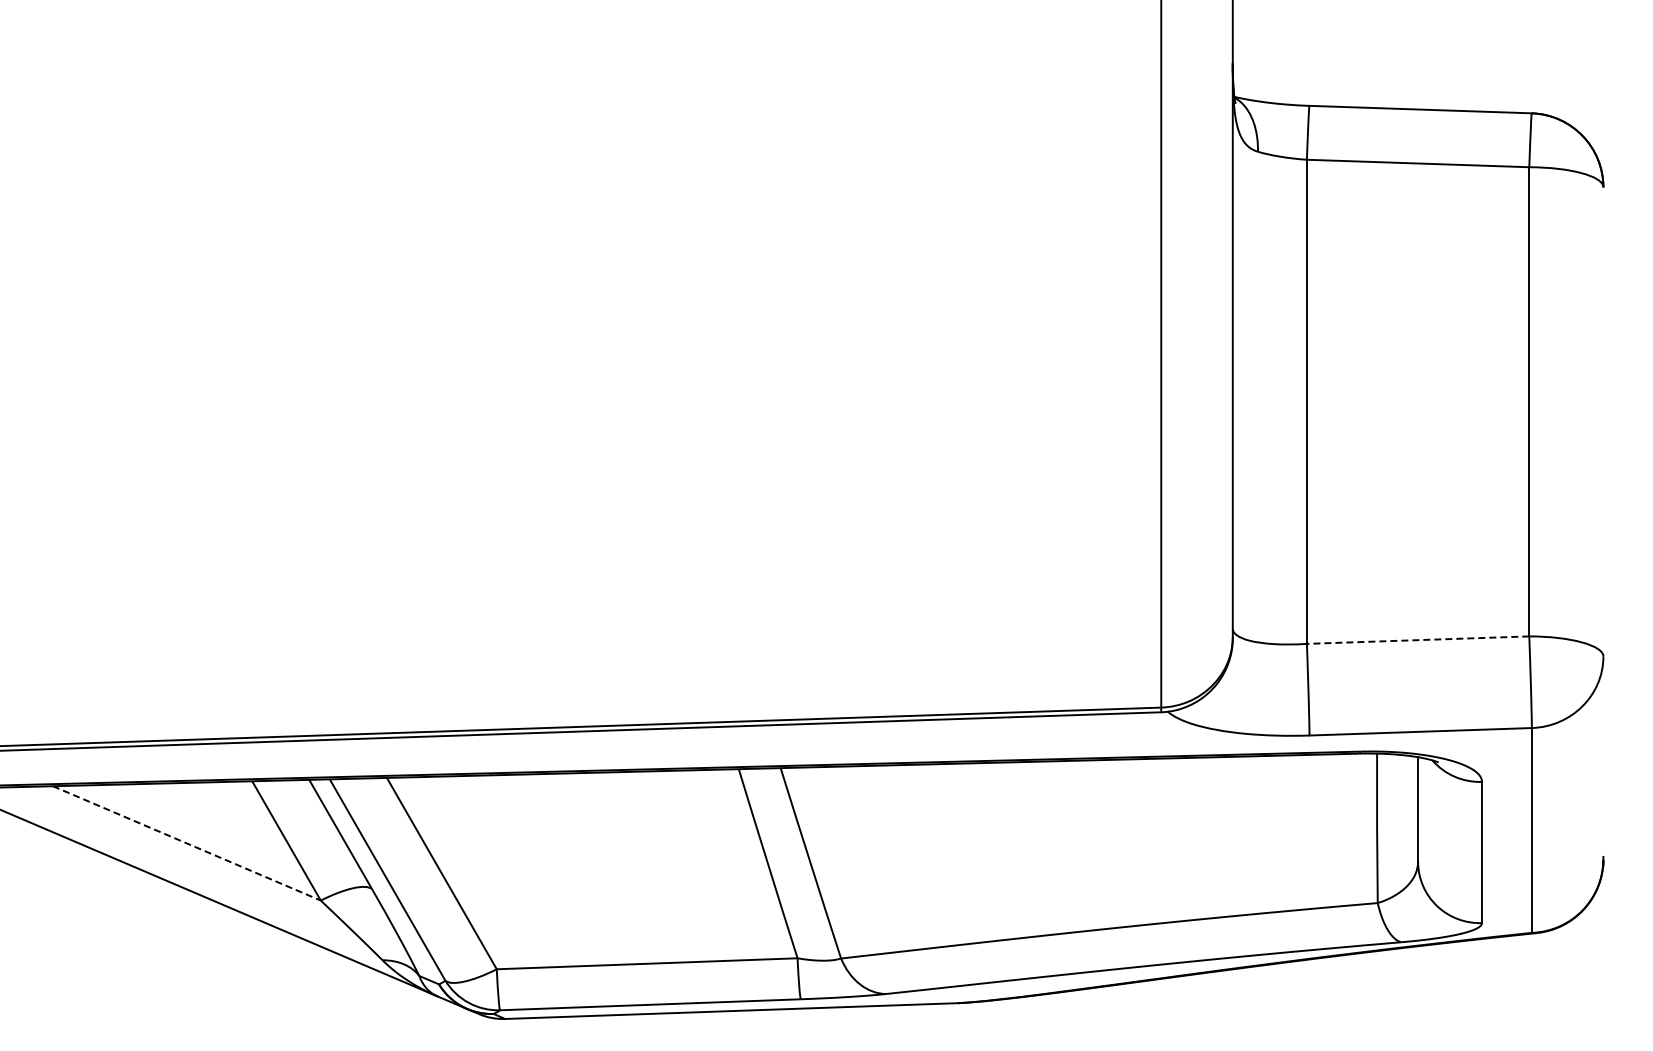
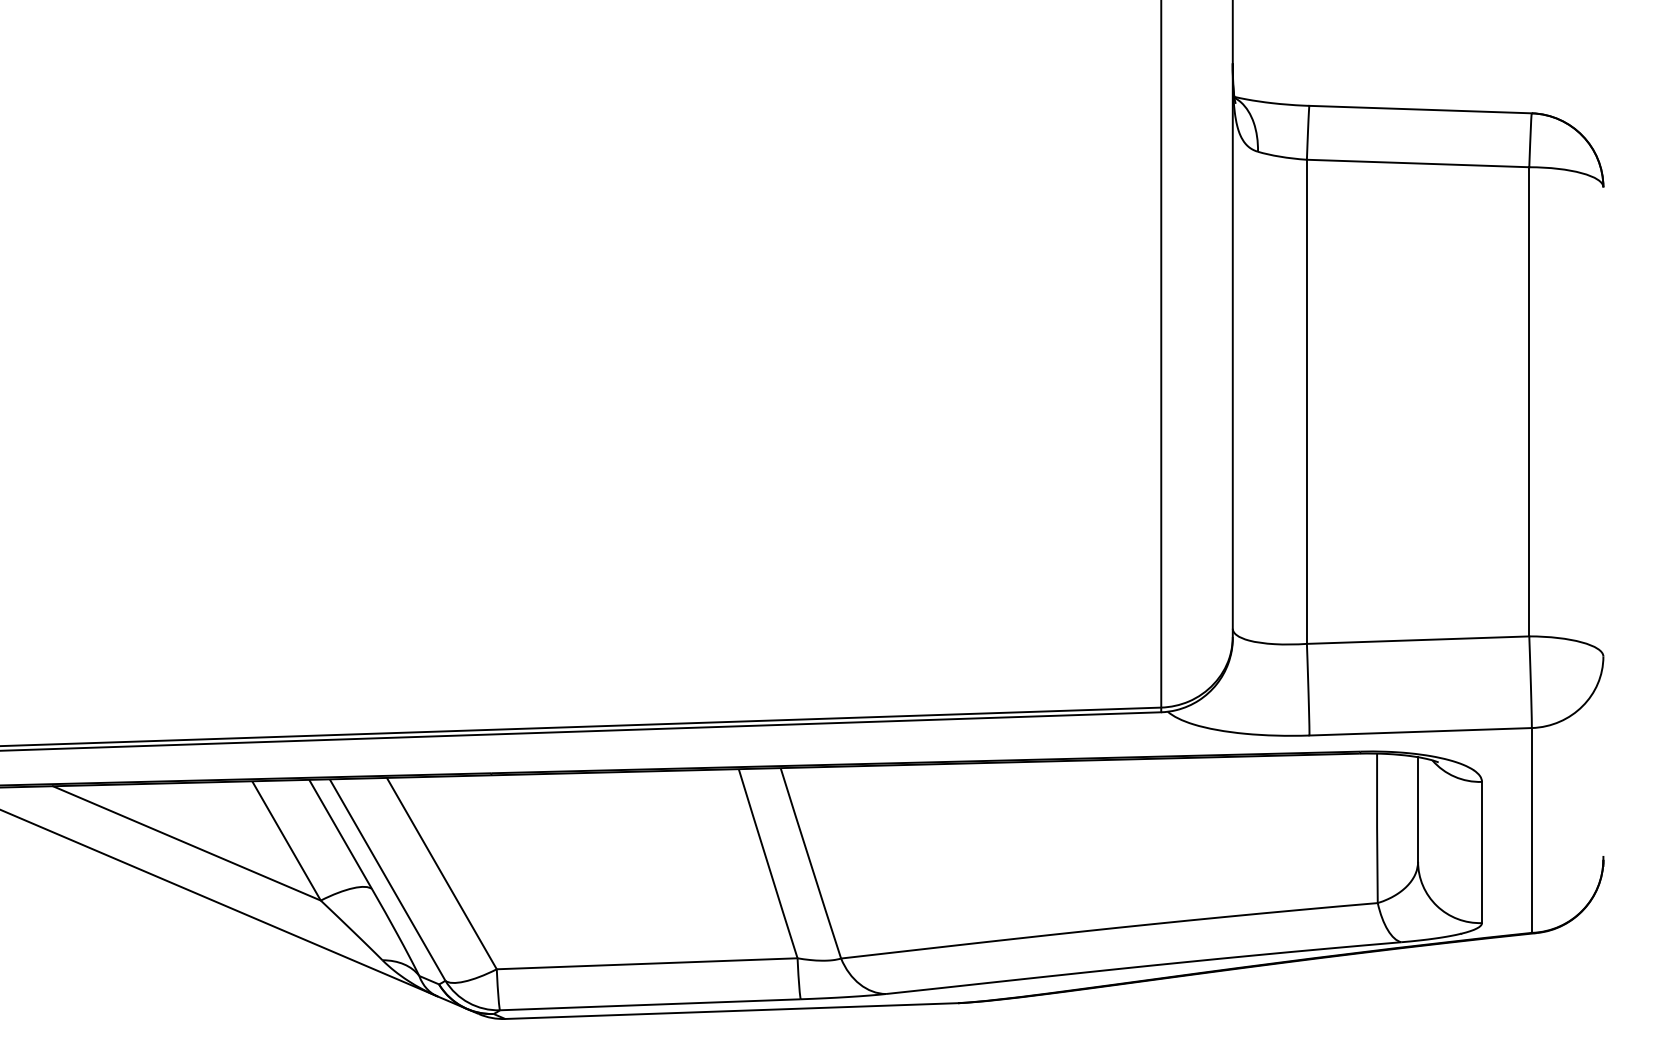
line at (1417, 640): dashed -> solid
line at (186, 843): dashed -> solid
